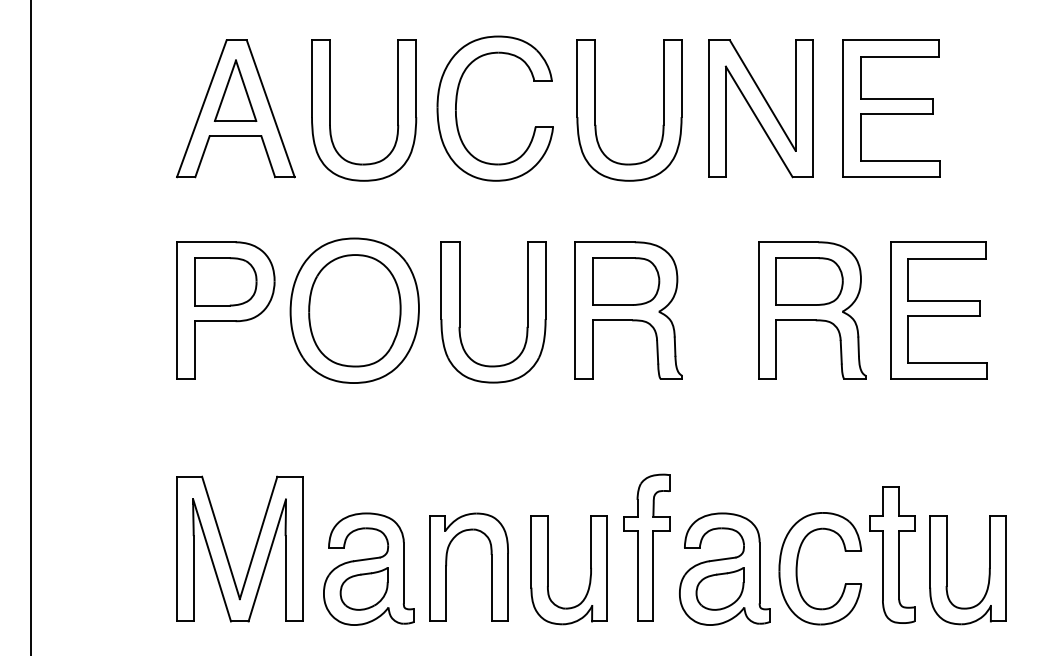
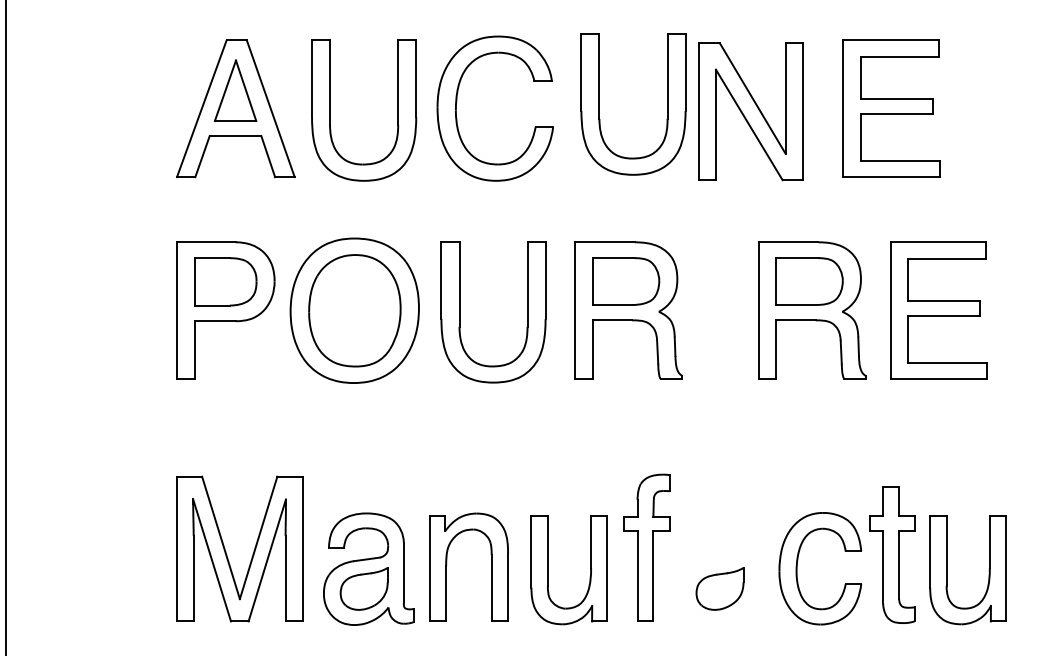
part at (760, 108) position: (760, 108) -> (750, 111)
part at (595, 110) position: (595, 110) -> (599, 104)
line at (31, 327) position: (31, 327) -> (6, 327)
part at (724, 568): present -> none
